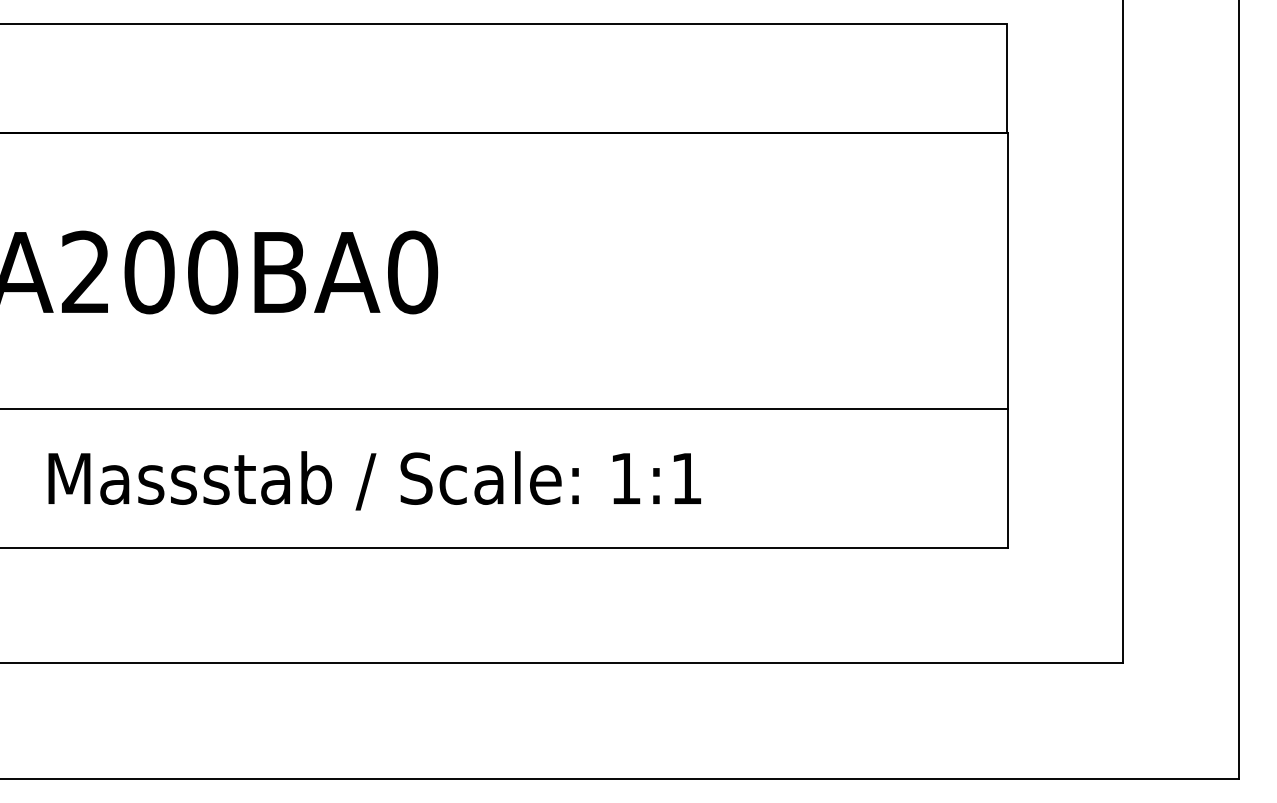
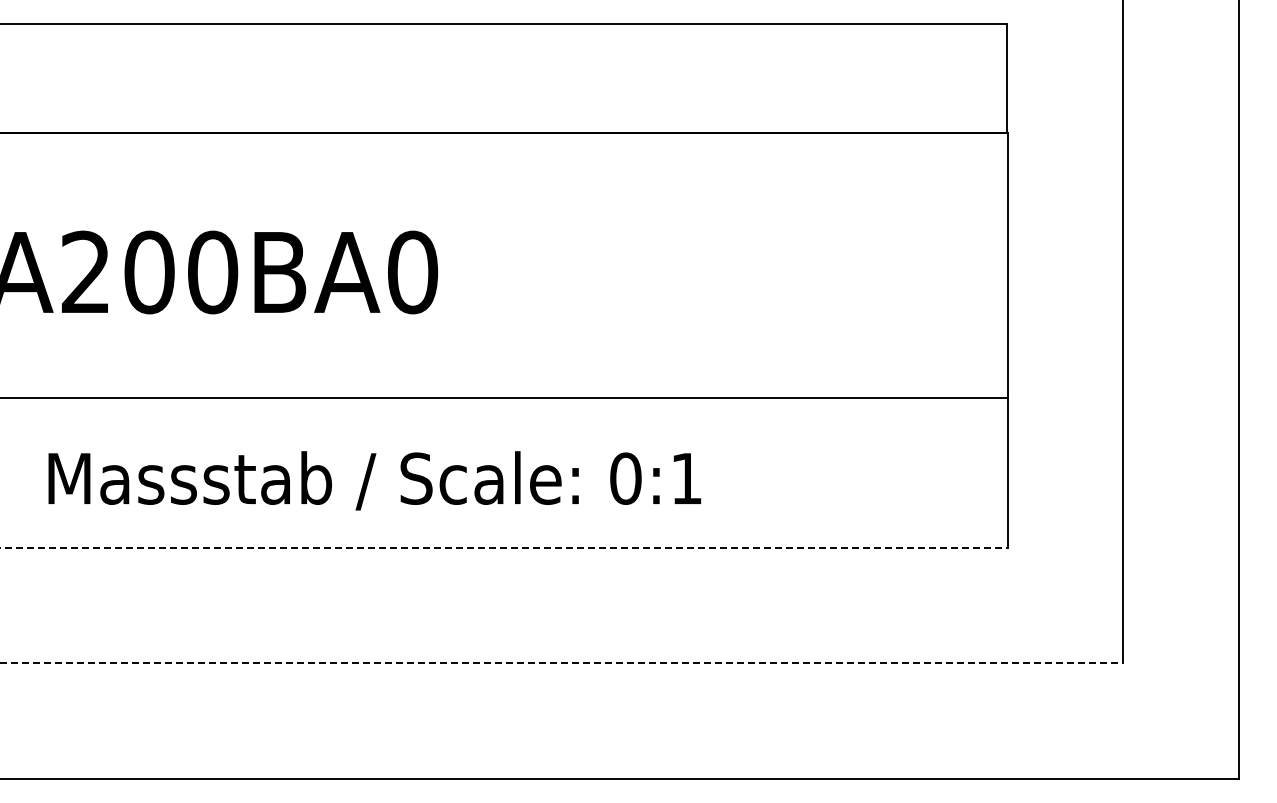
line at (504, 409) position: (504, 409) -> (504, 398)
text at (625, 478): 1:1 -> 0:1
line at (504, 547): solid -> dashed
line at (561, 663): solid -> dashed
